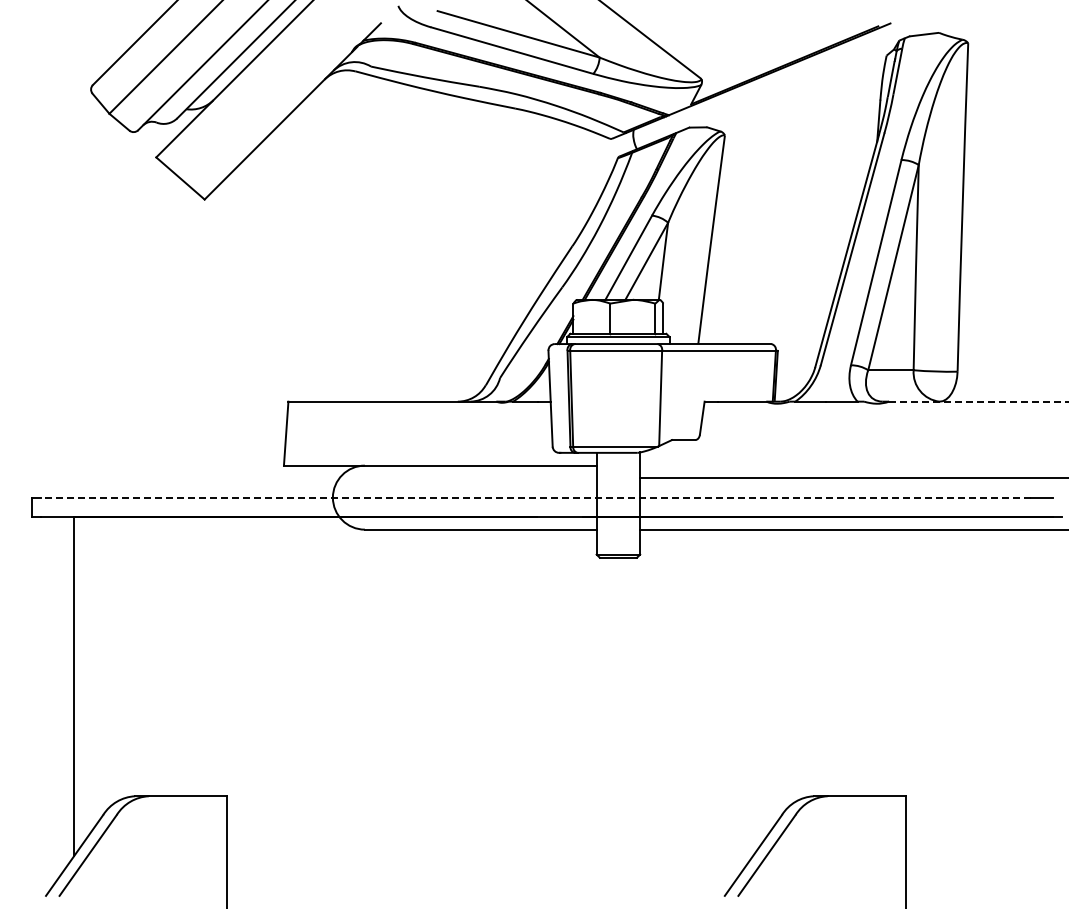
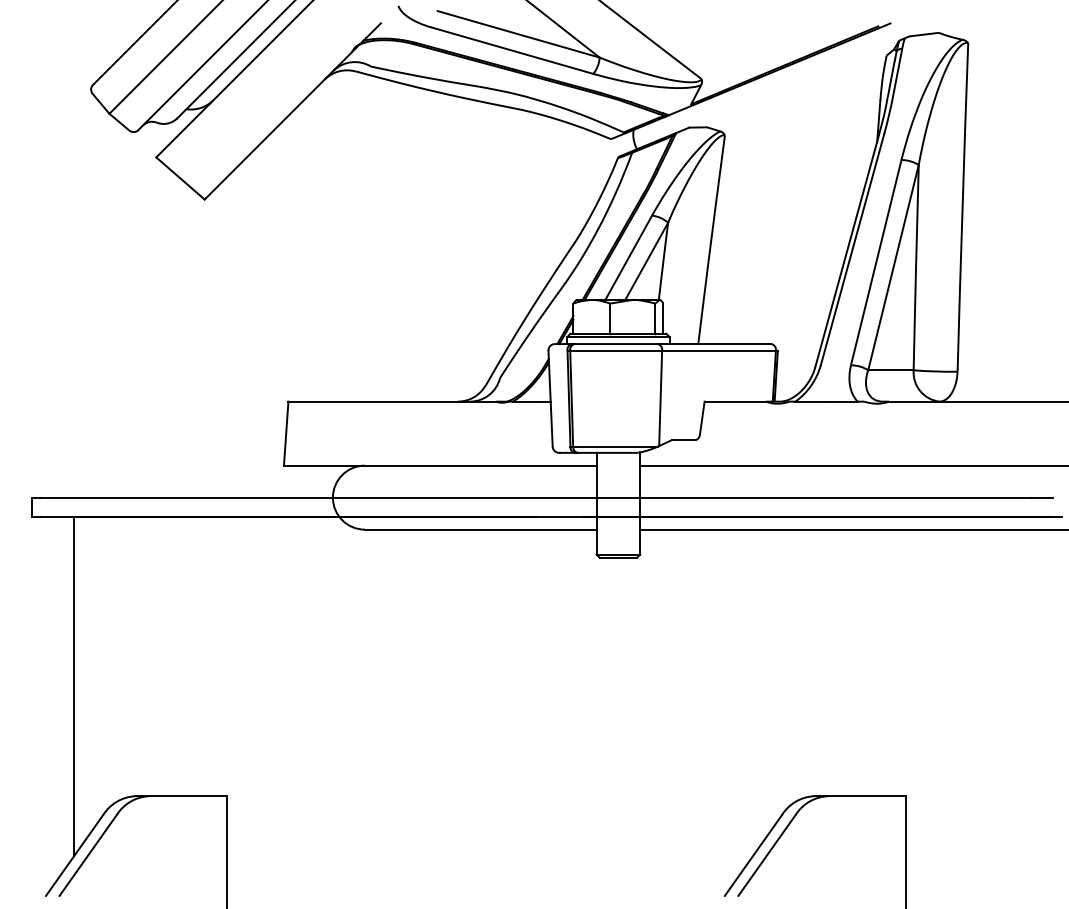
line at (978, 401): dashed -> solid
line at (852, 477) position: (852, 477) -> (852, 465)
line at (536, 497): dashed -> solid
